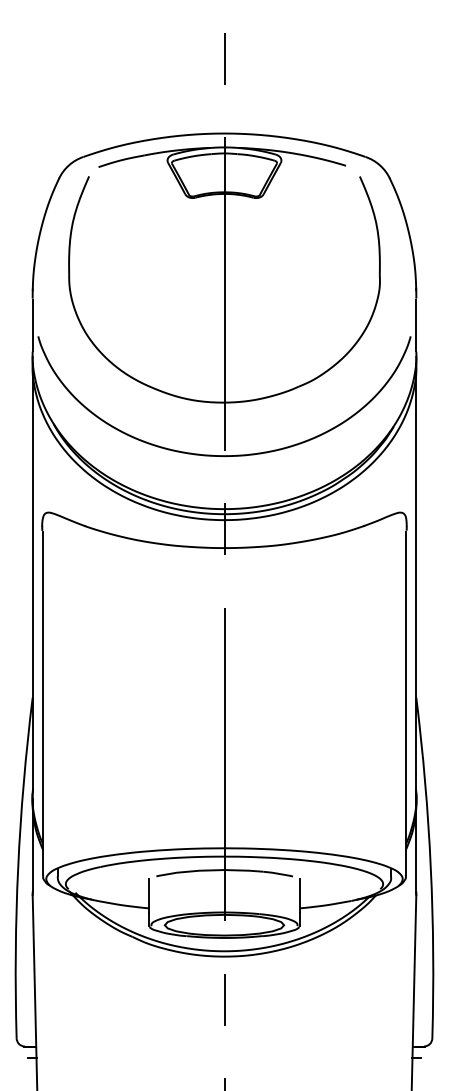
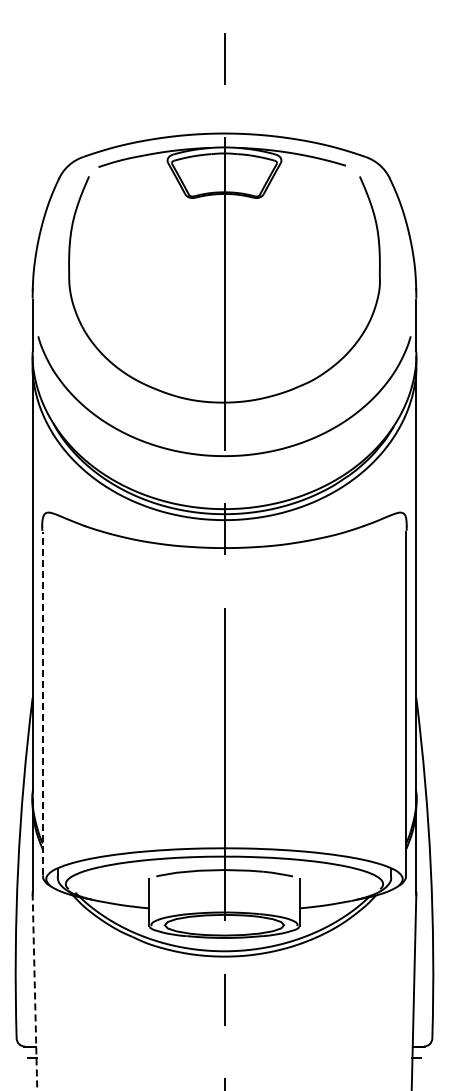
line at (43, 703): solid -> dashed
line at (34, 992): solid -> dashed
